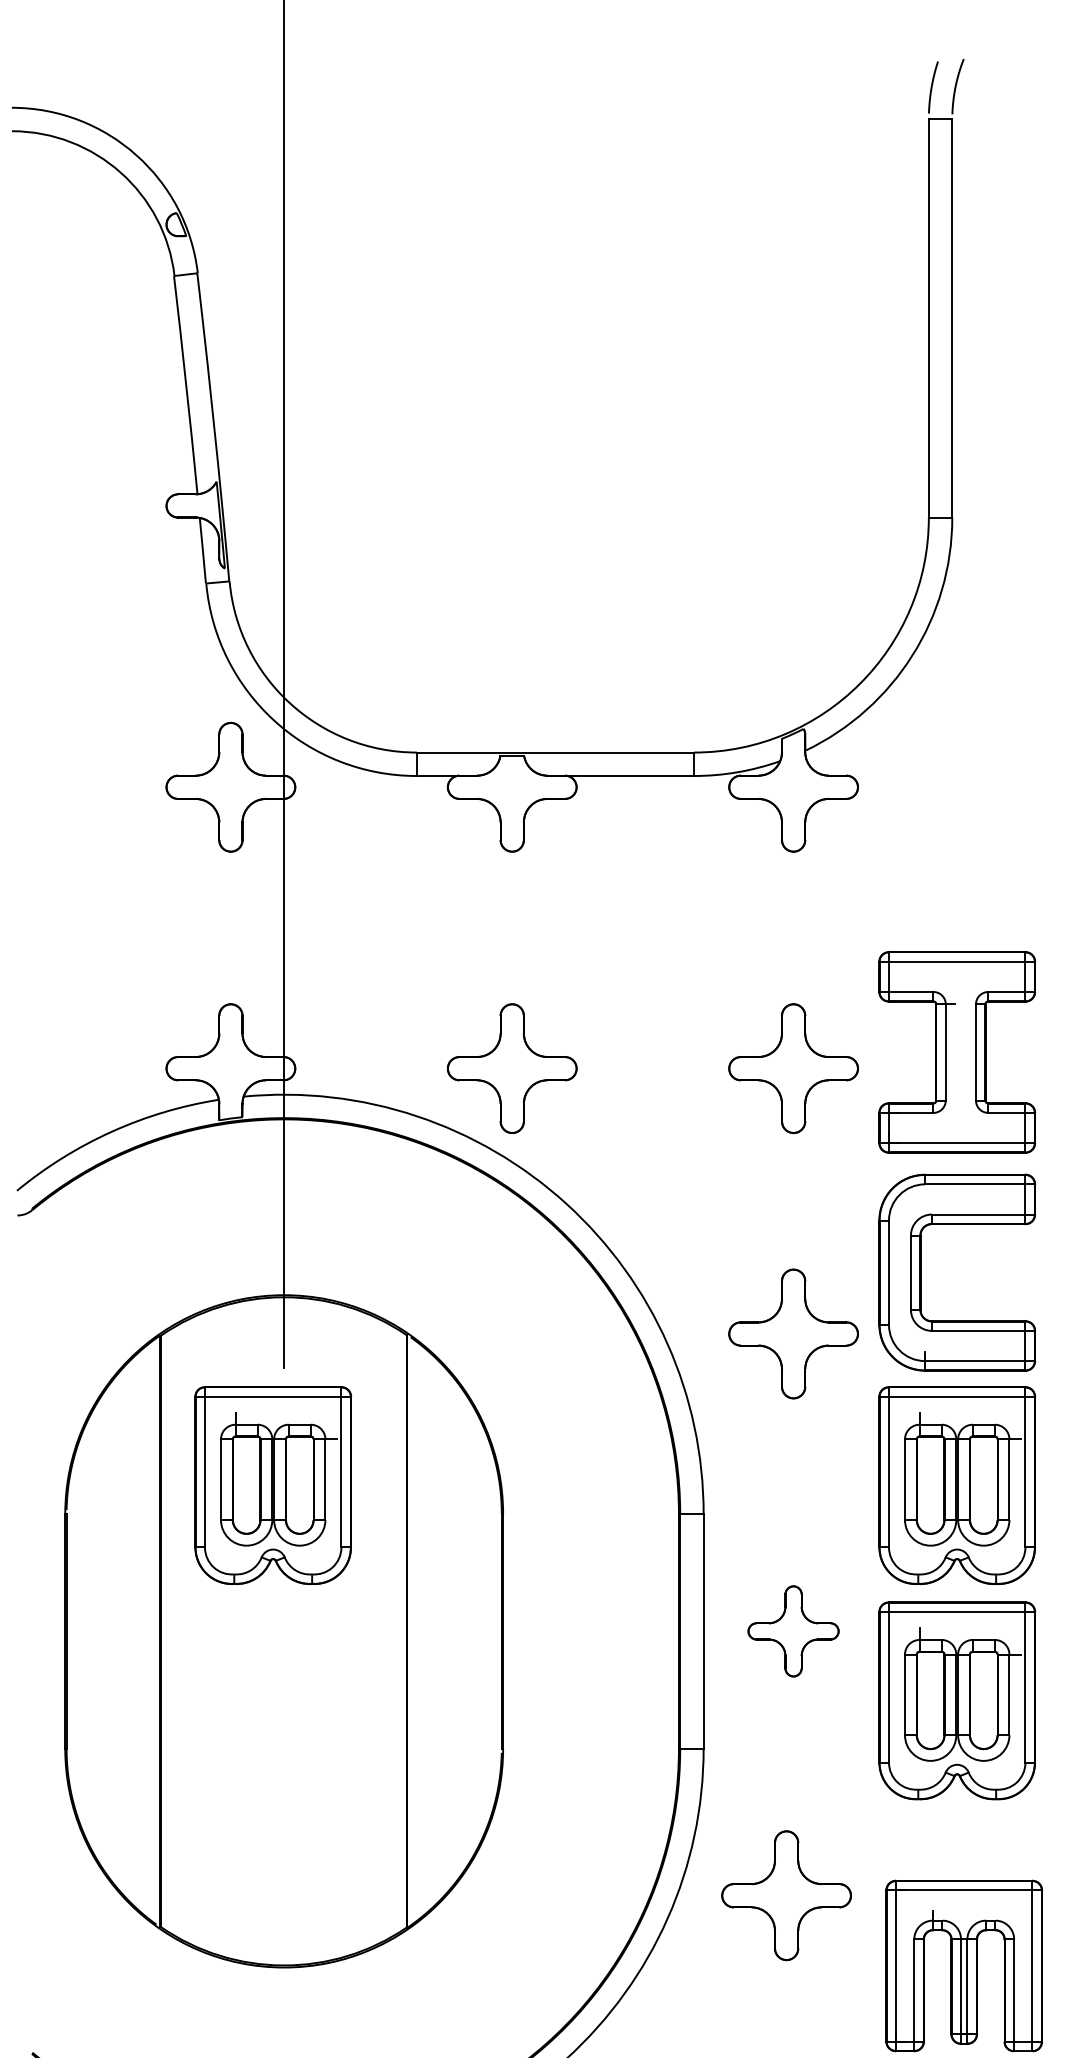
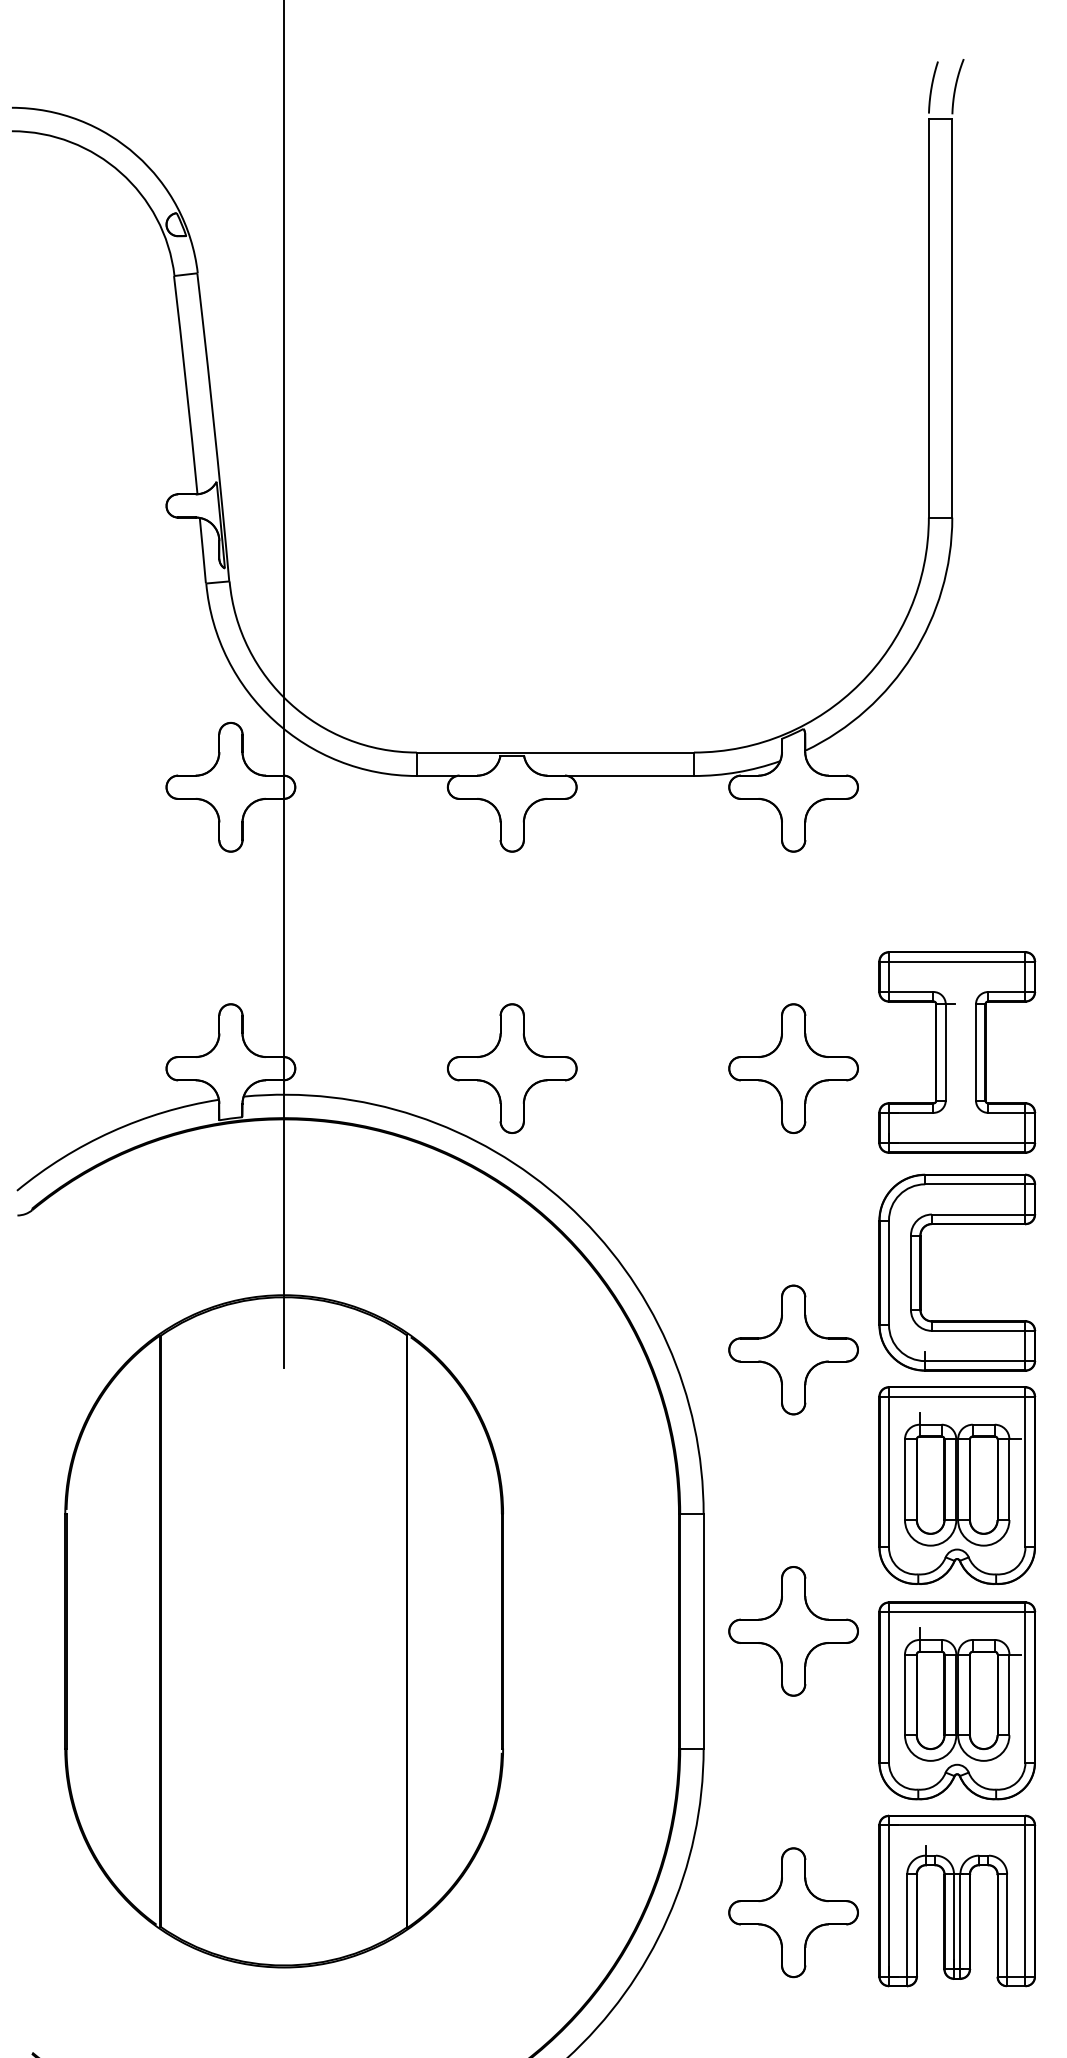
part at (793, 1333) position: (793, 1333) -> (793, 1349)
part at (273, 1485): present -> none
part at (793, 1631) size: 93x93 px -> 131x131 px
part at (786, 1895) position: (786, 1895) -> (793, 1912)
part at (964, 1965) position: (964, 1965) -> (957, 1900)
